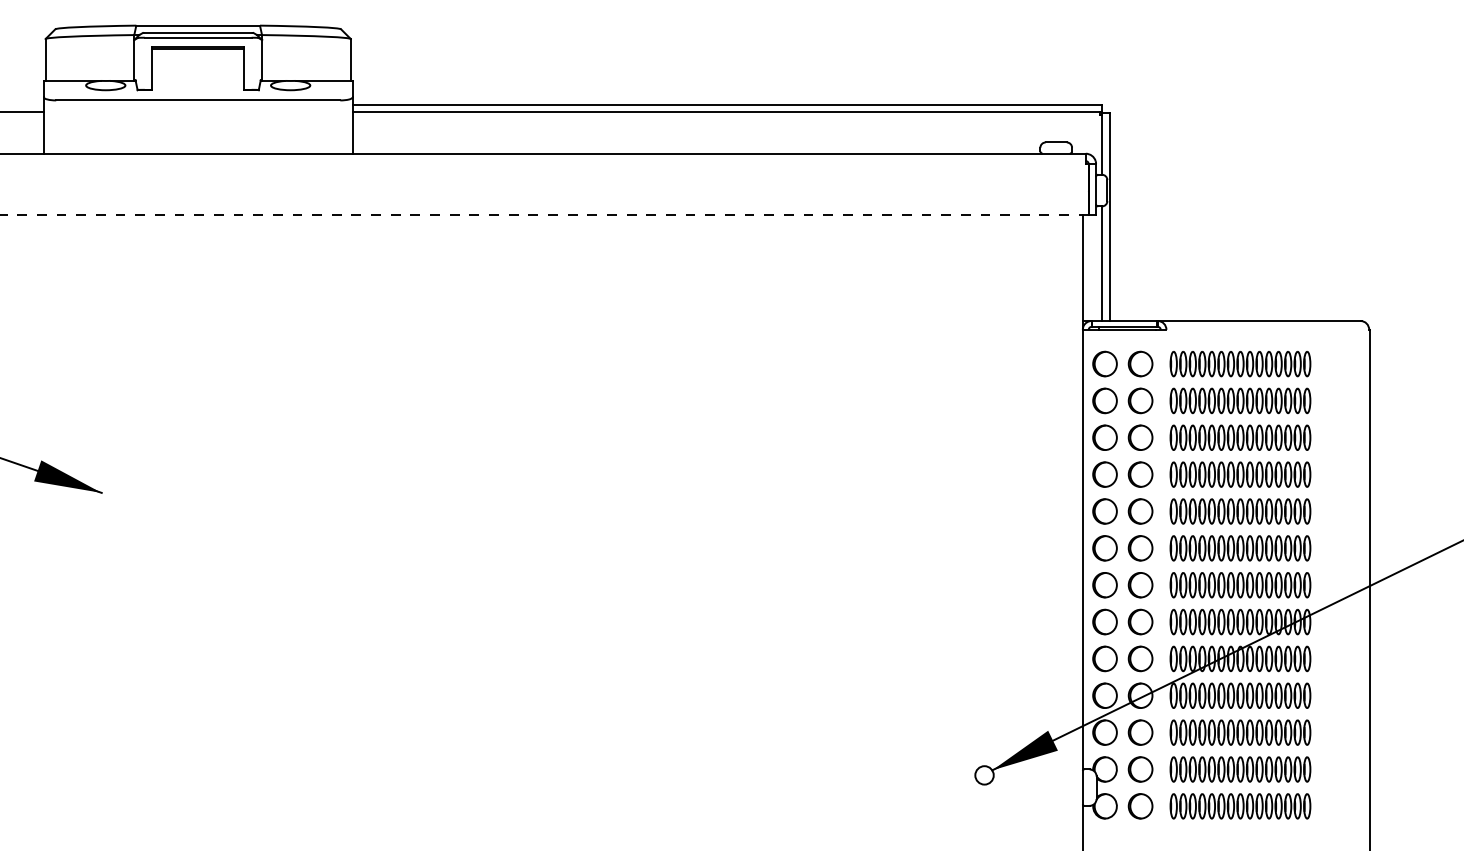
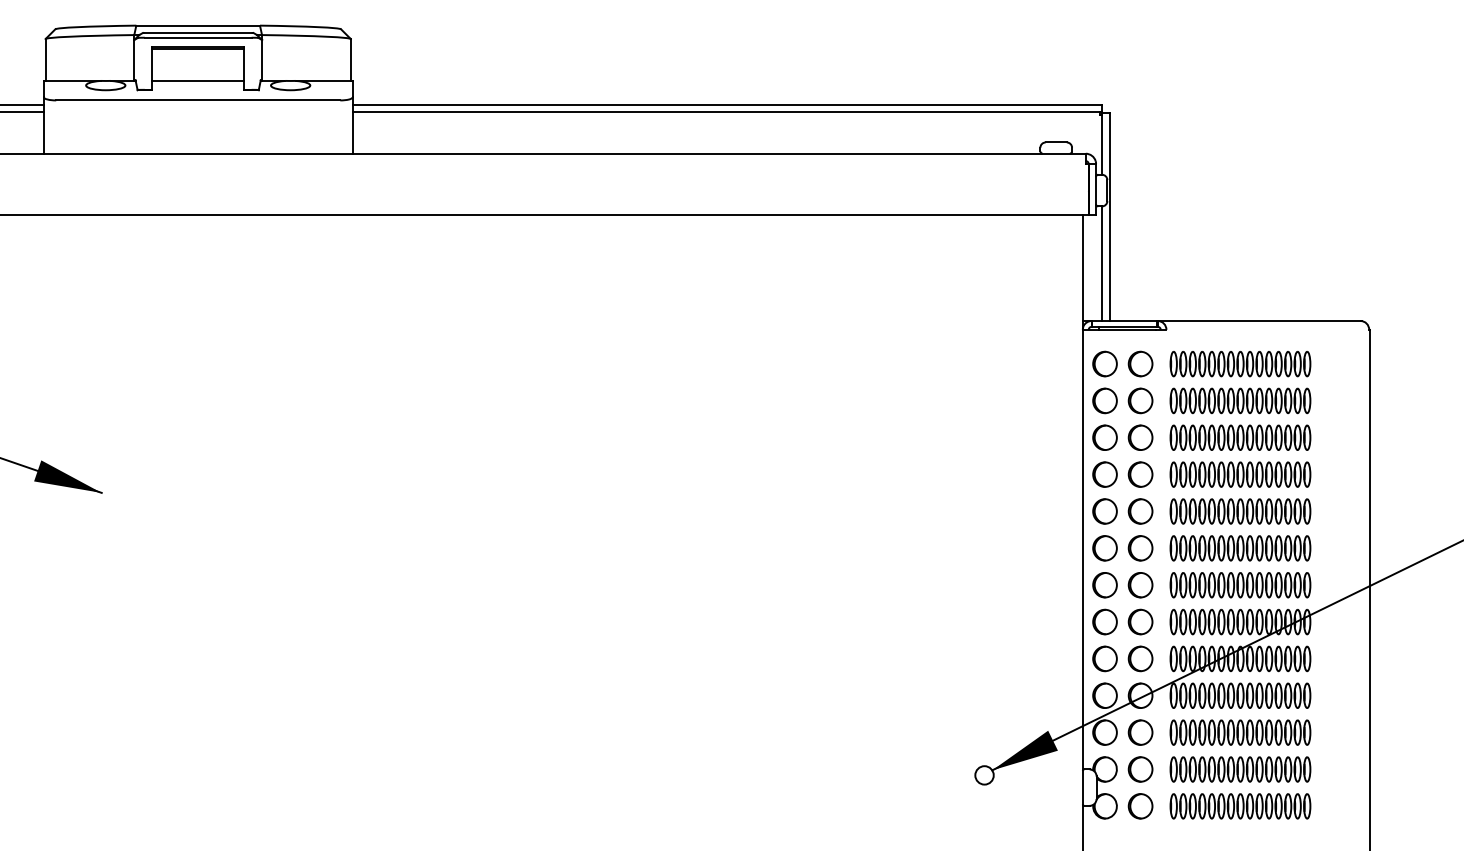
line at (197, 80): none -> present
line at (22, 104): none -> present
line at (544, 215): dashed -> solid
